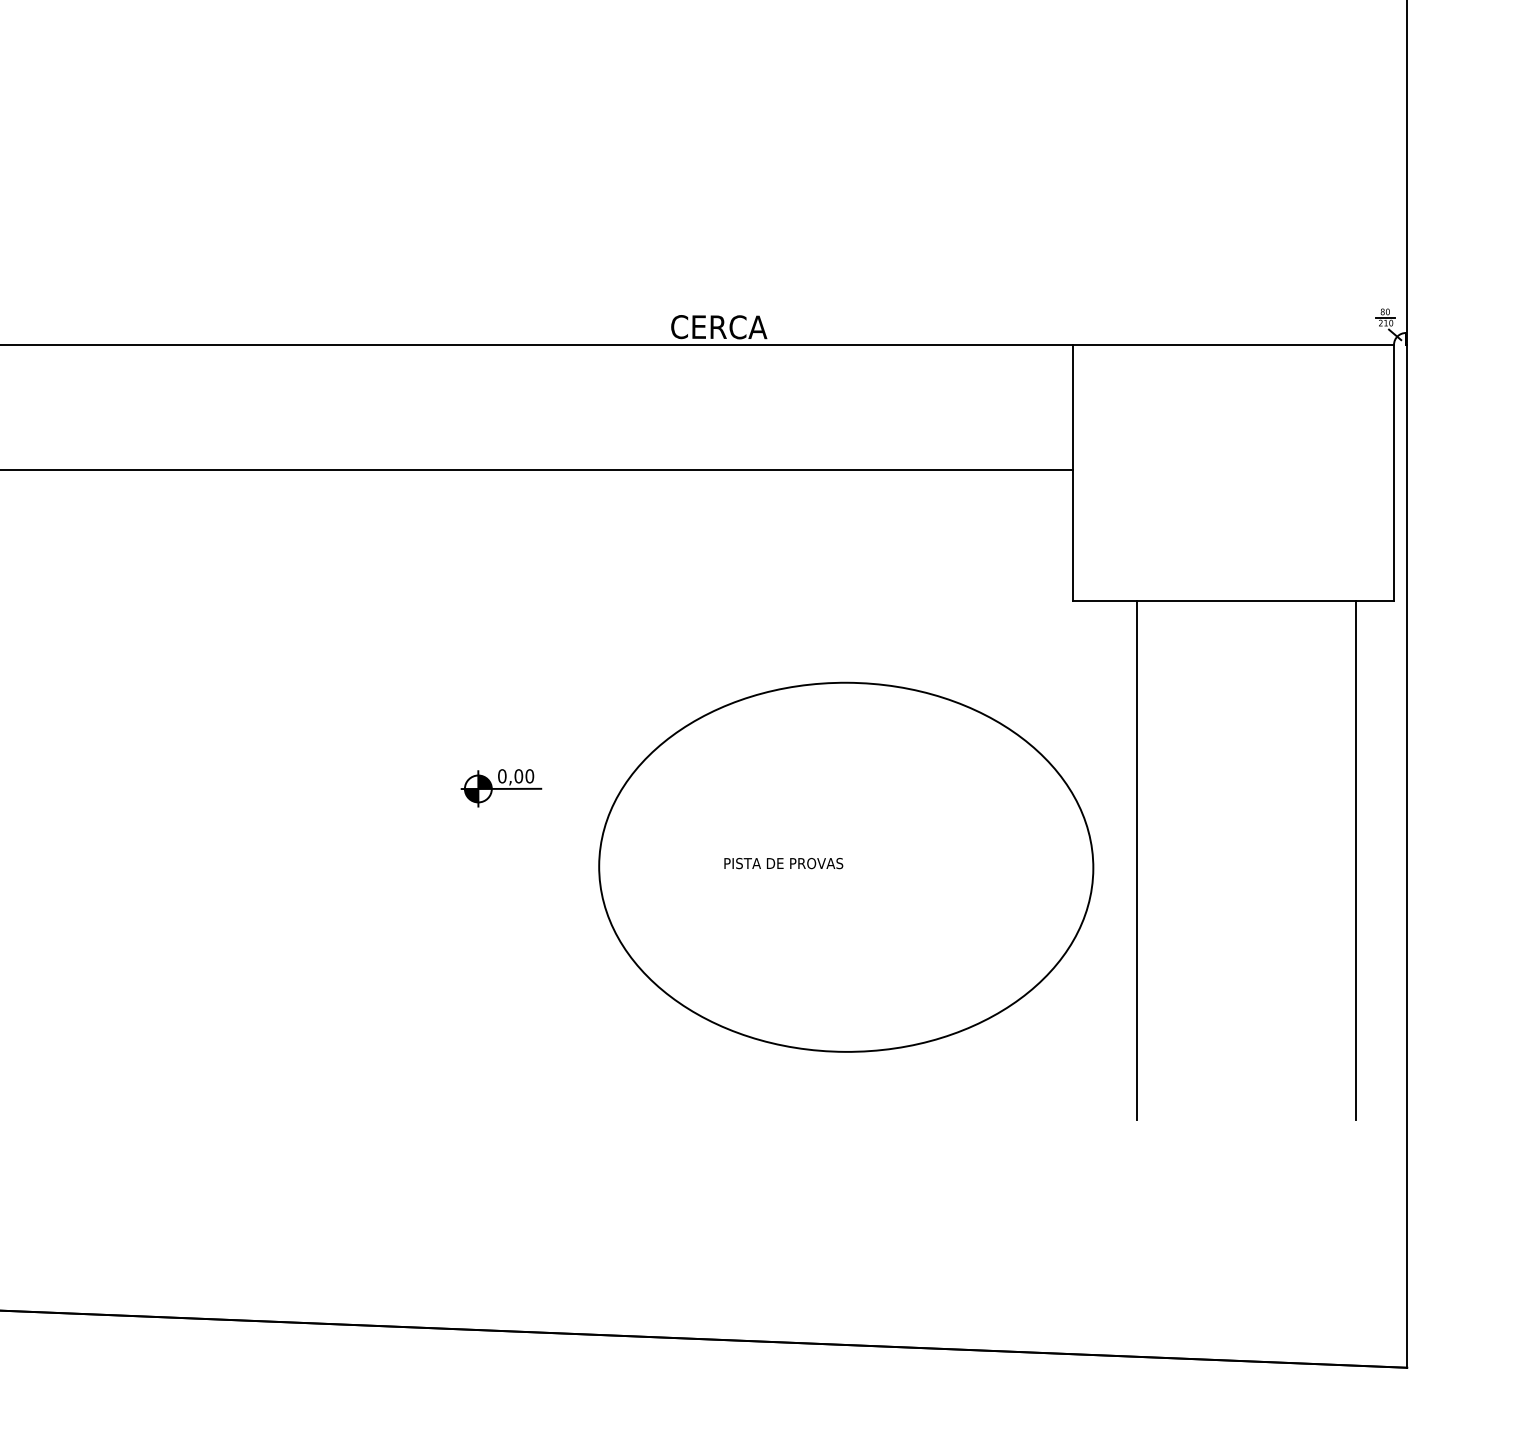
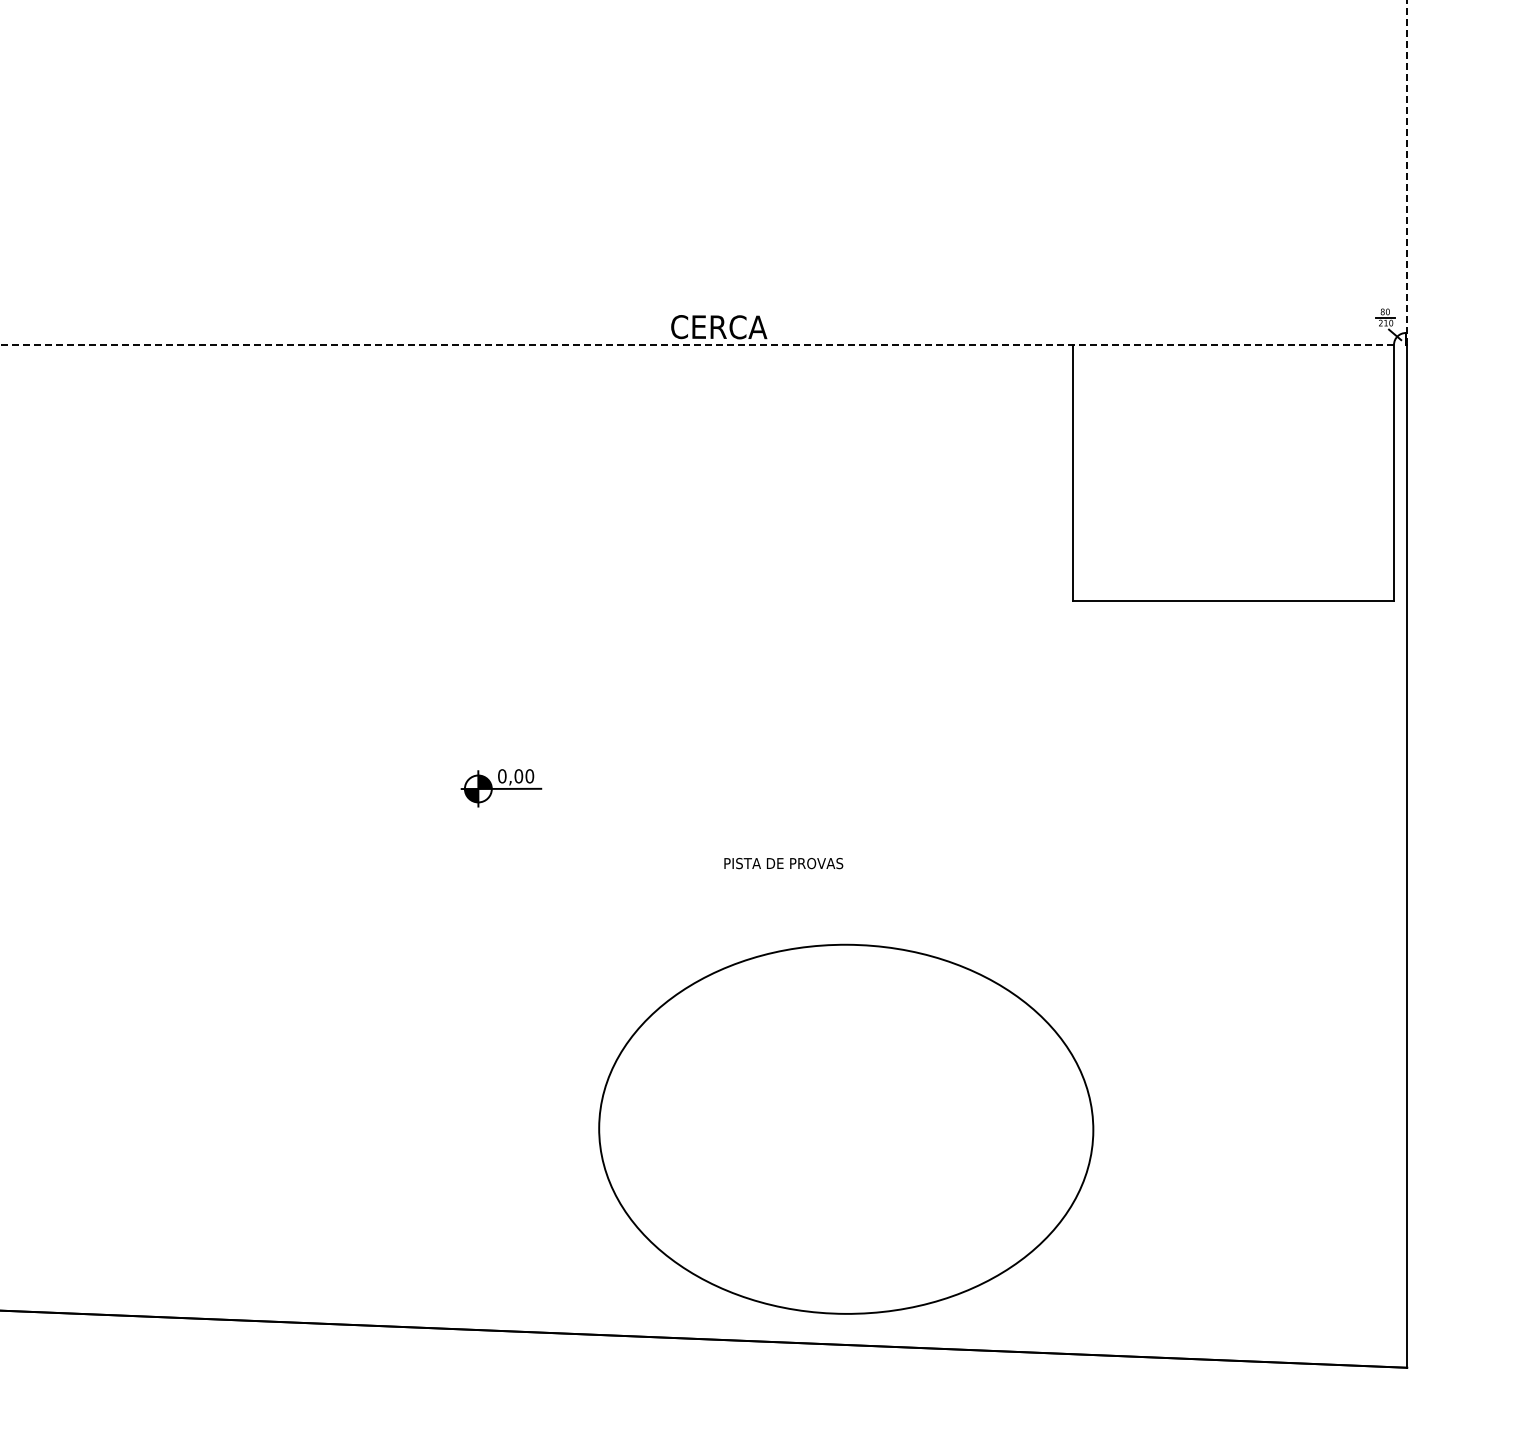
line at (1407, 172): solid -> dashed
line at (697, 344): solid -> dashed
line at (537, 470): present -> none
line at (1136, 860): present -> none
line at (1355, 860): present -> none
part at (846, 866) position: (846, 866) -> (846, 1128)
